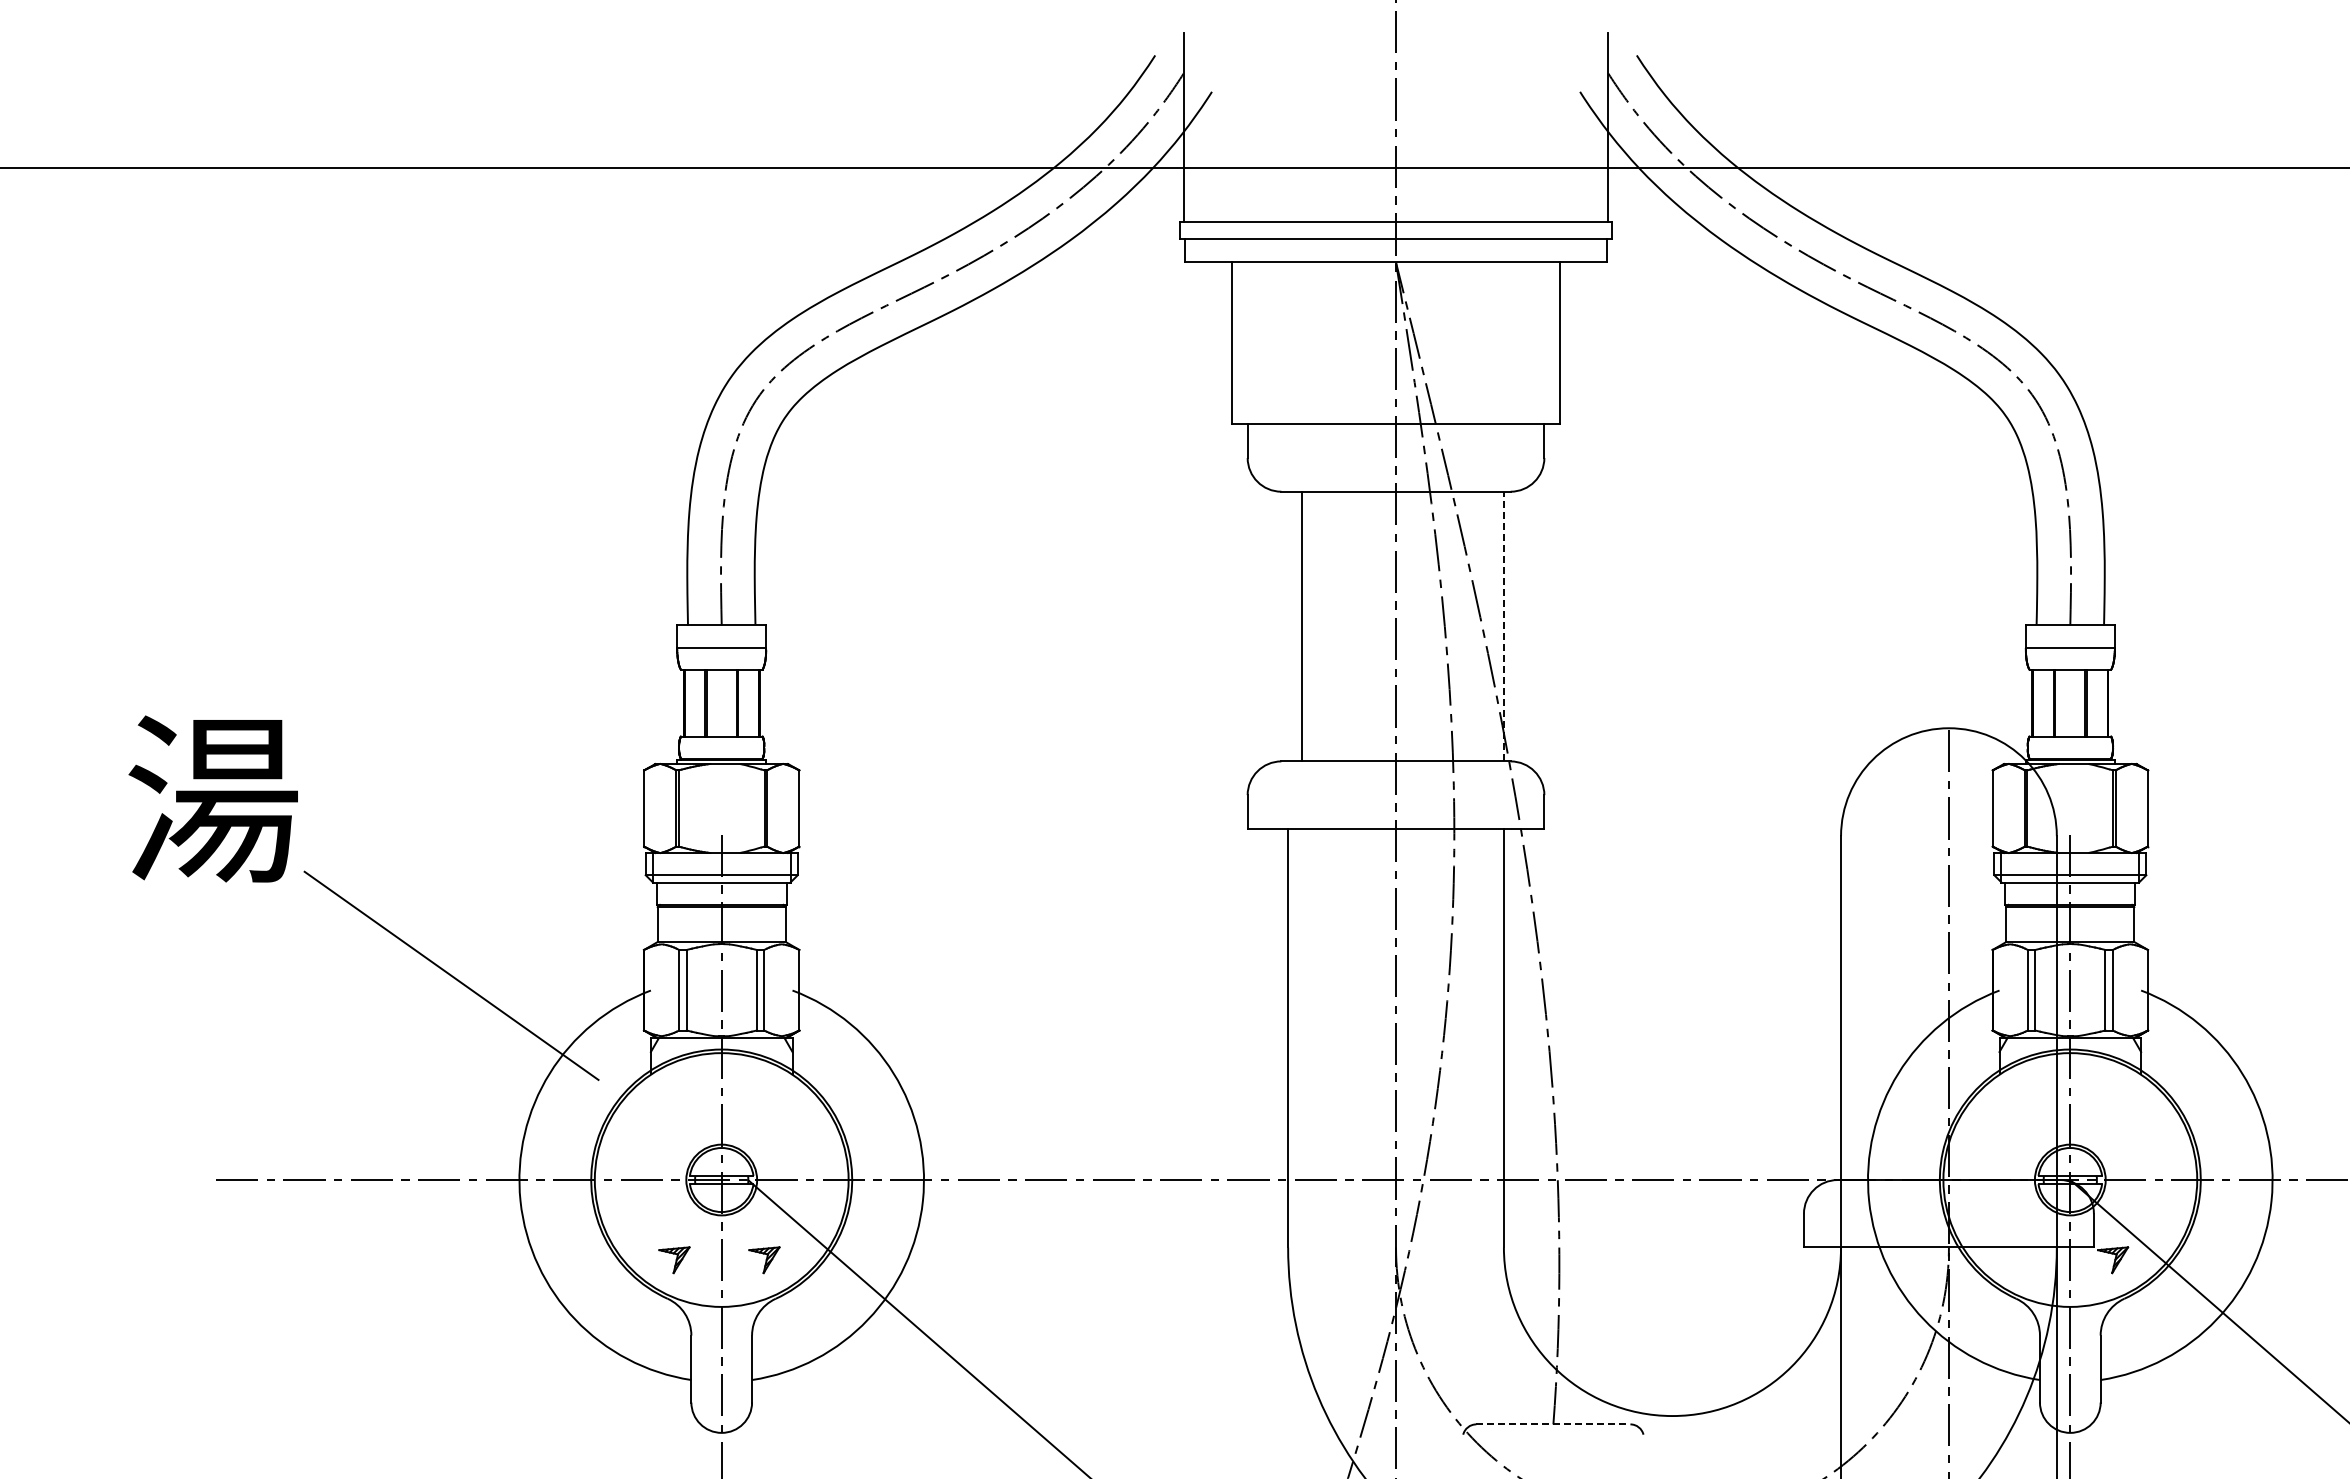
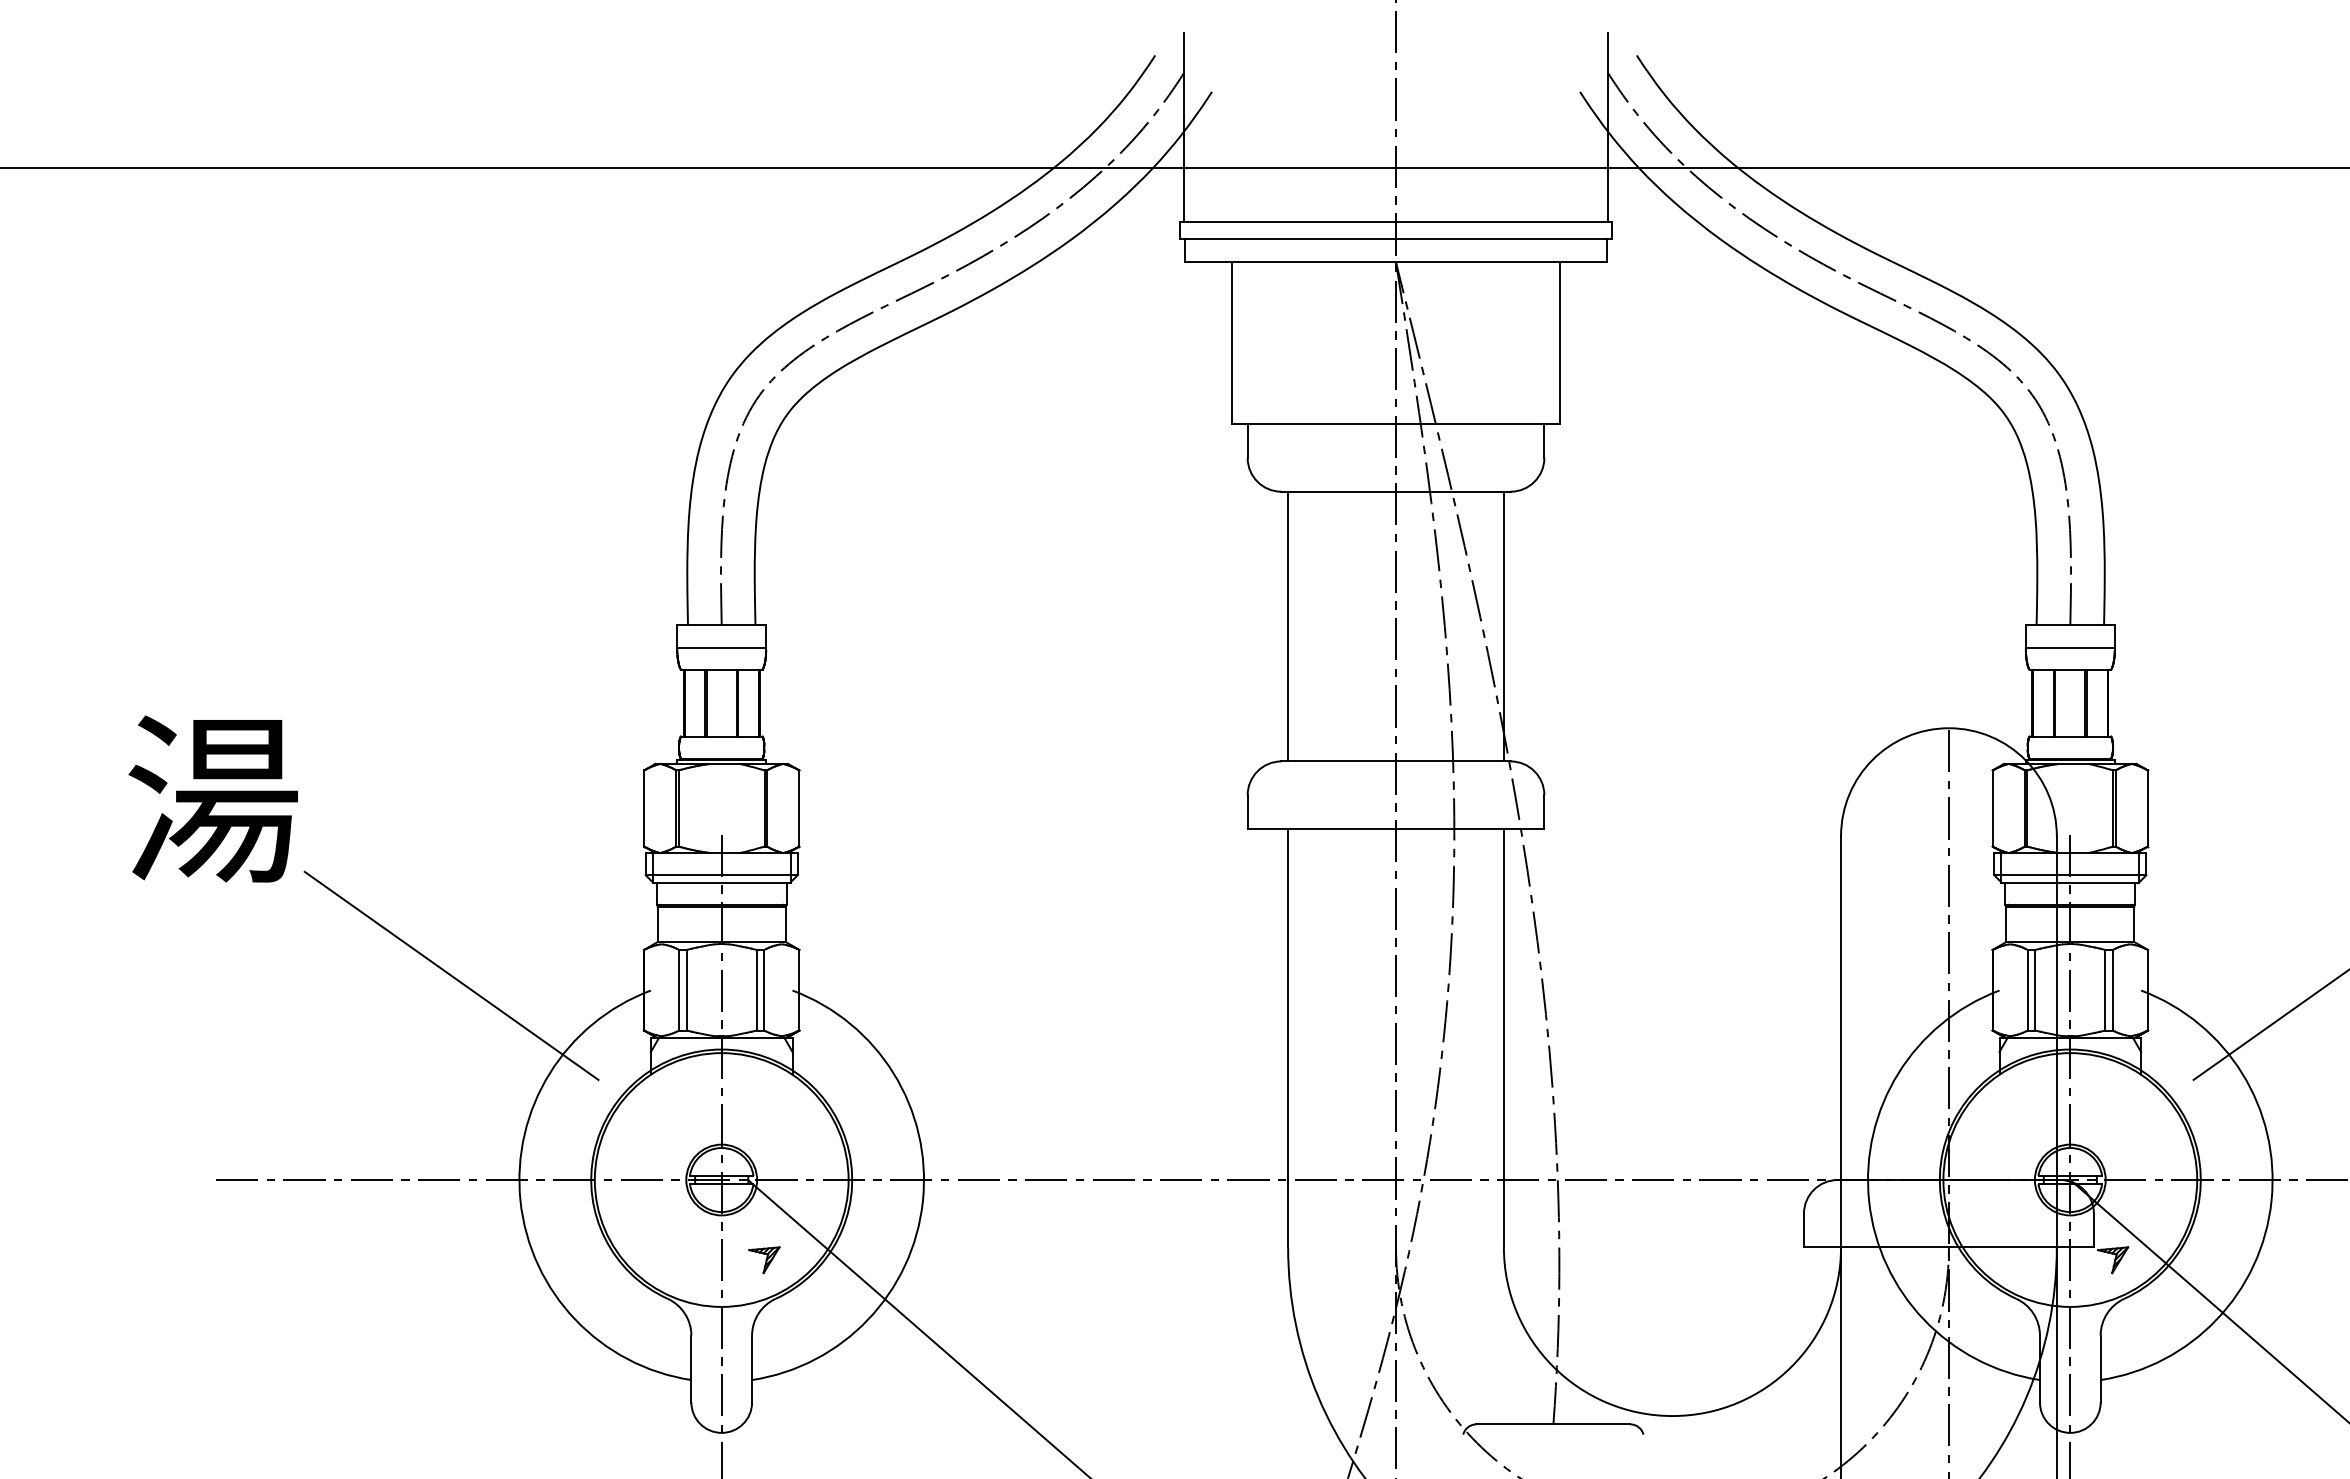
line at (1302, 626) position: (1302, 626) -> (1288, 626)
line at (1503, 626): dashed -> solid
line at (2269, 1025): none -> present
part at (674, 1260): present -> none
line at (1553, 1424): dashed -> solid
